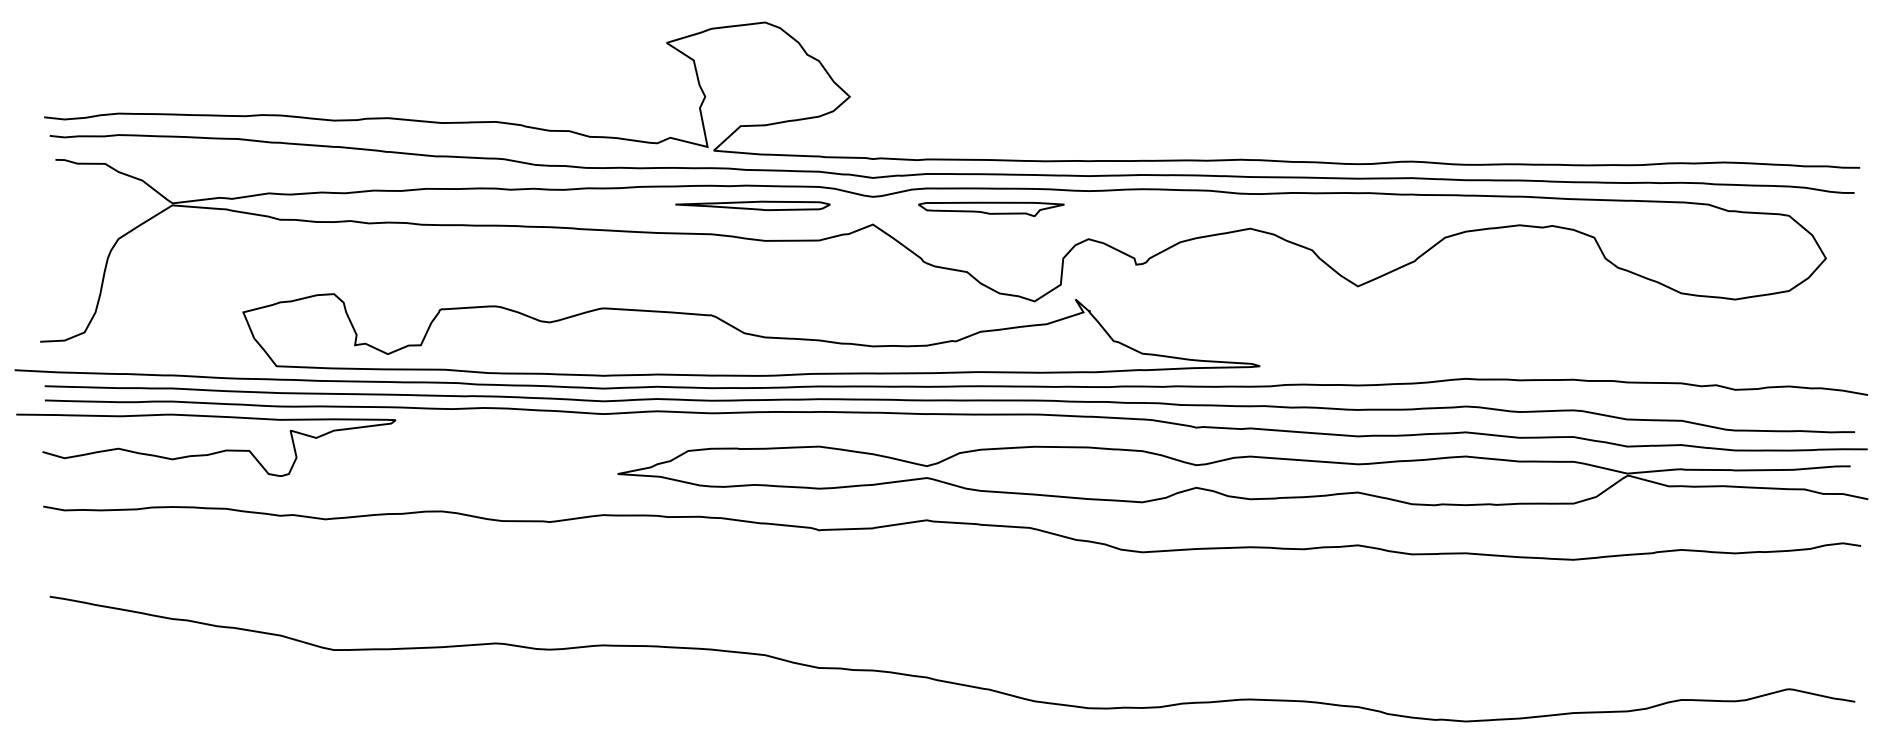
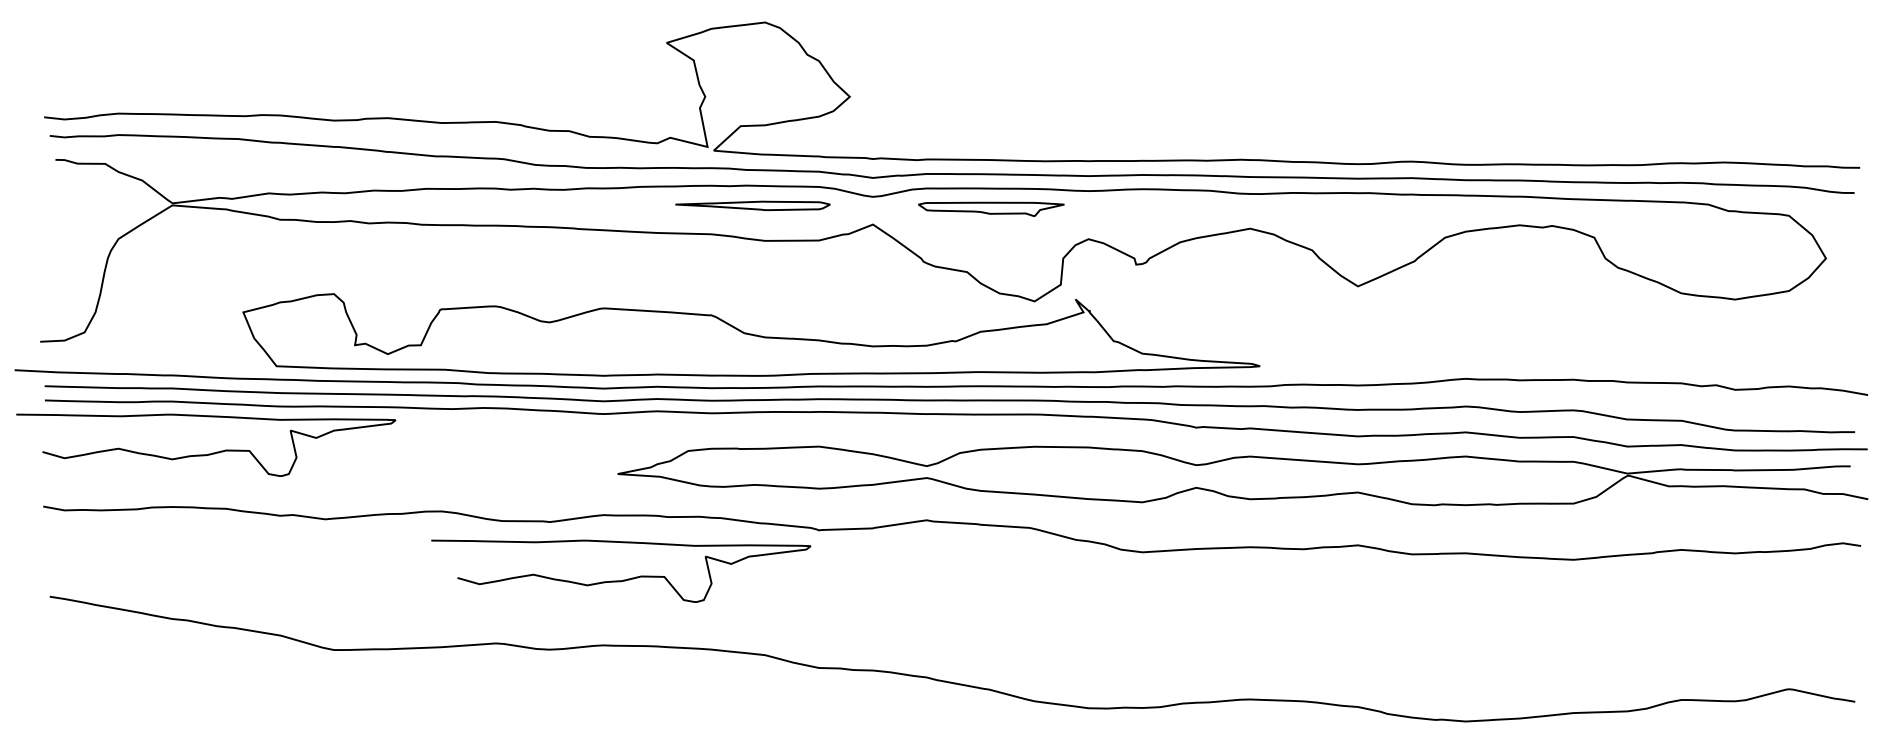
curve at (623, 579): none -> present
